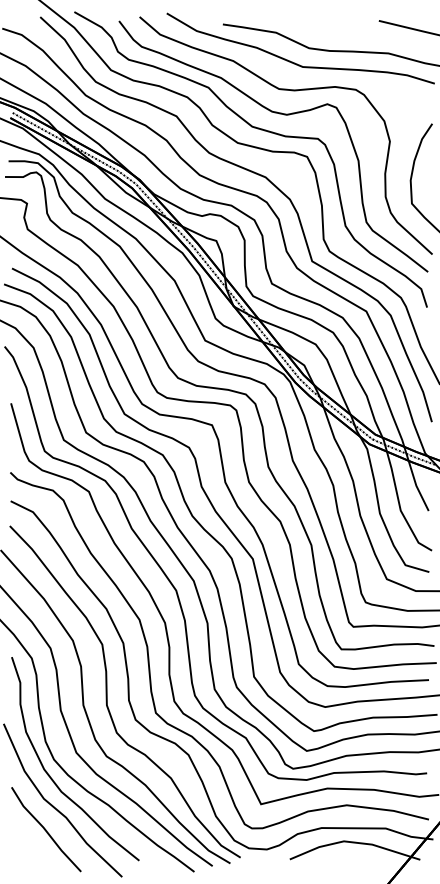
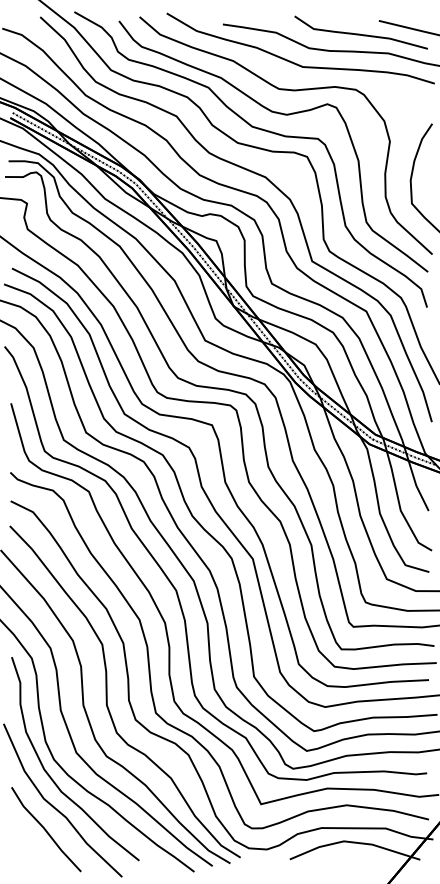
part at (360, 32): none -> present
